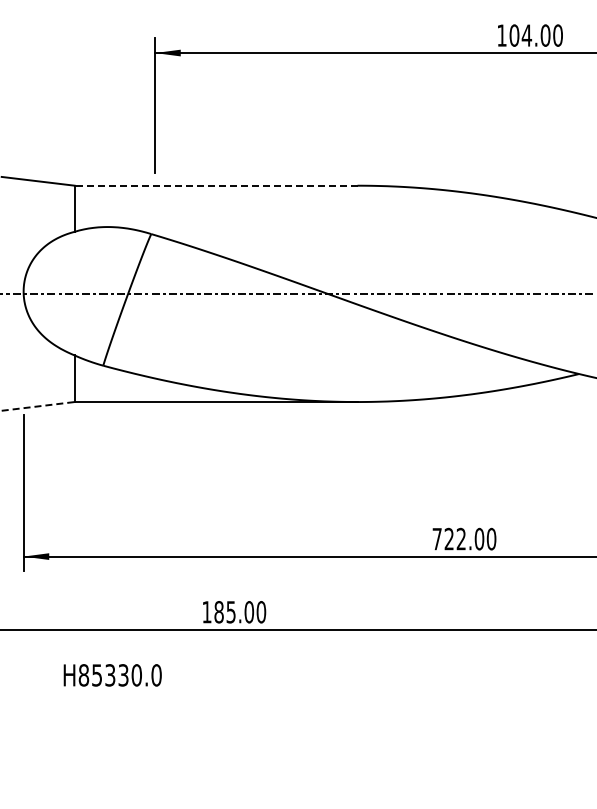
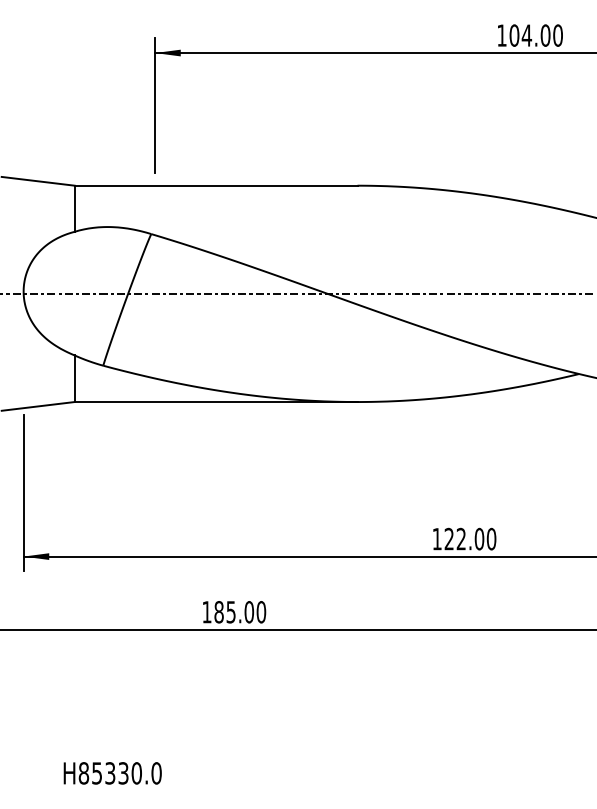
line at (215, 185): dashed -> solid
line at (38, 406): dashed -> solid
text at (436, 539): 722.00 -> 122.00
text at (112, 675) position: (112, 675) -> (112, 773)
